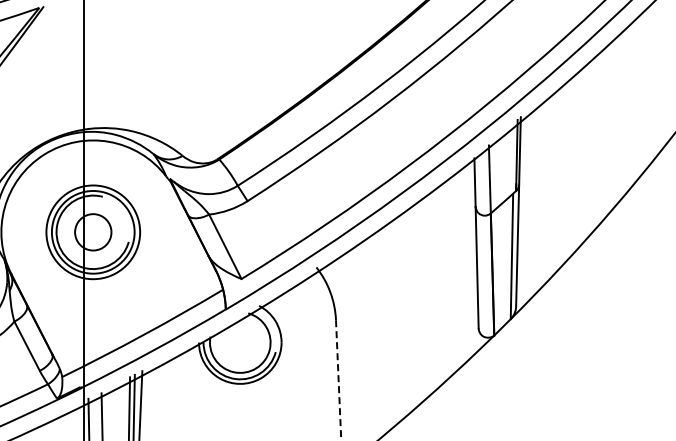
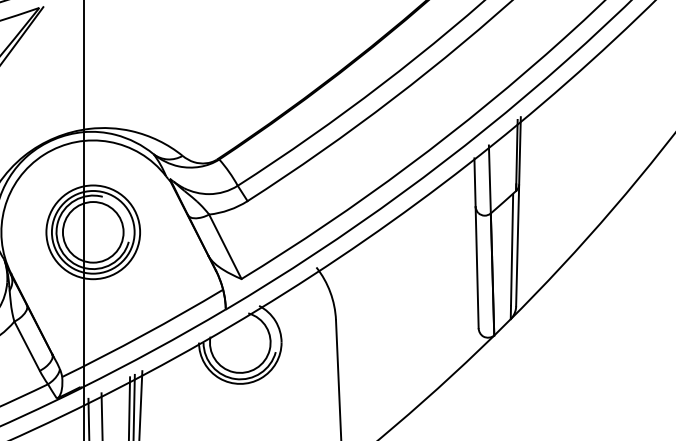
circle at (93, 232) diameter: 36 px -> 61 px
line at (338, 380): dashed -> solid
